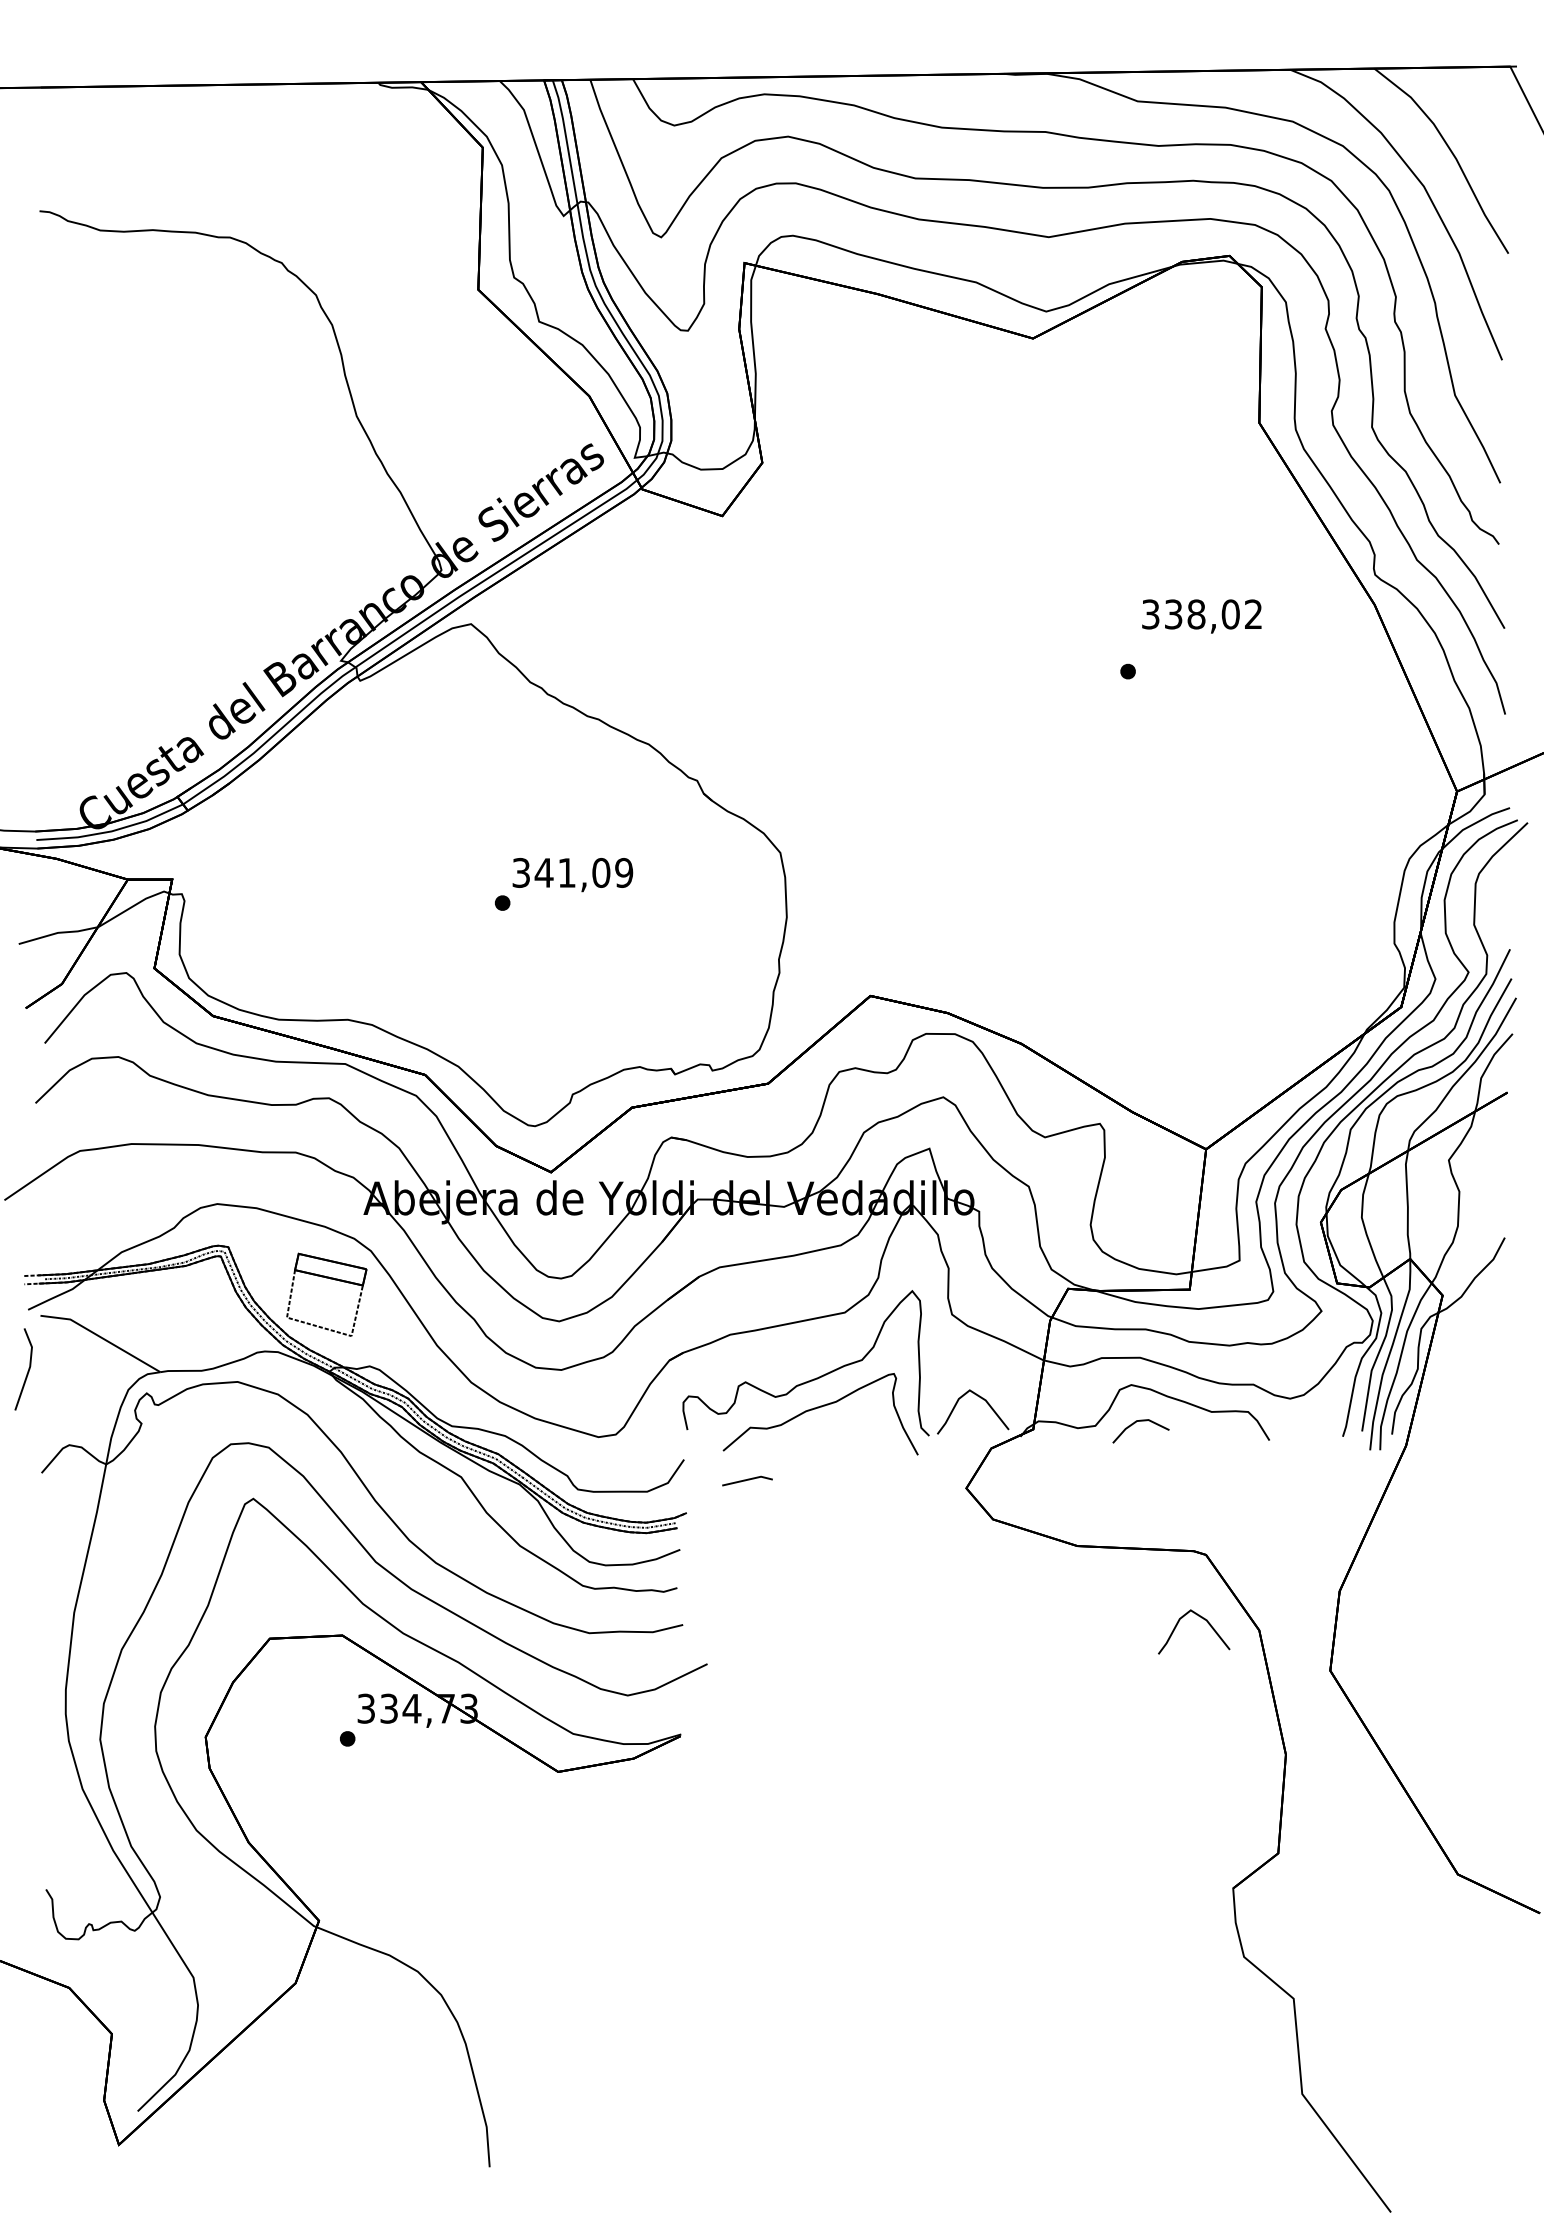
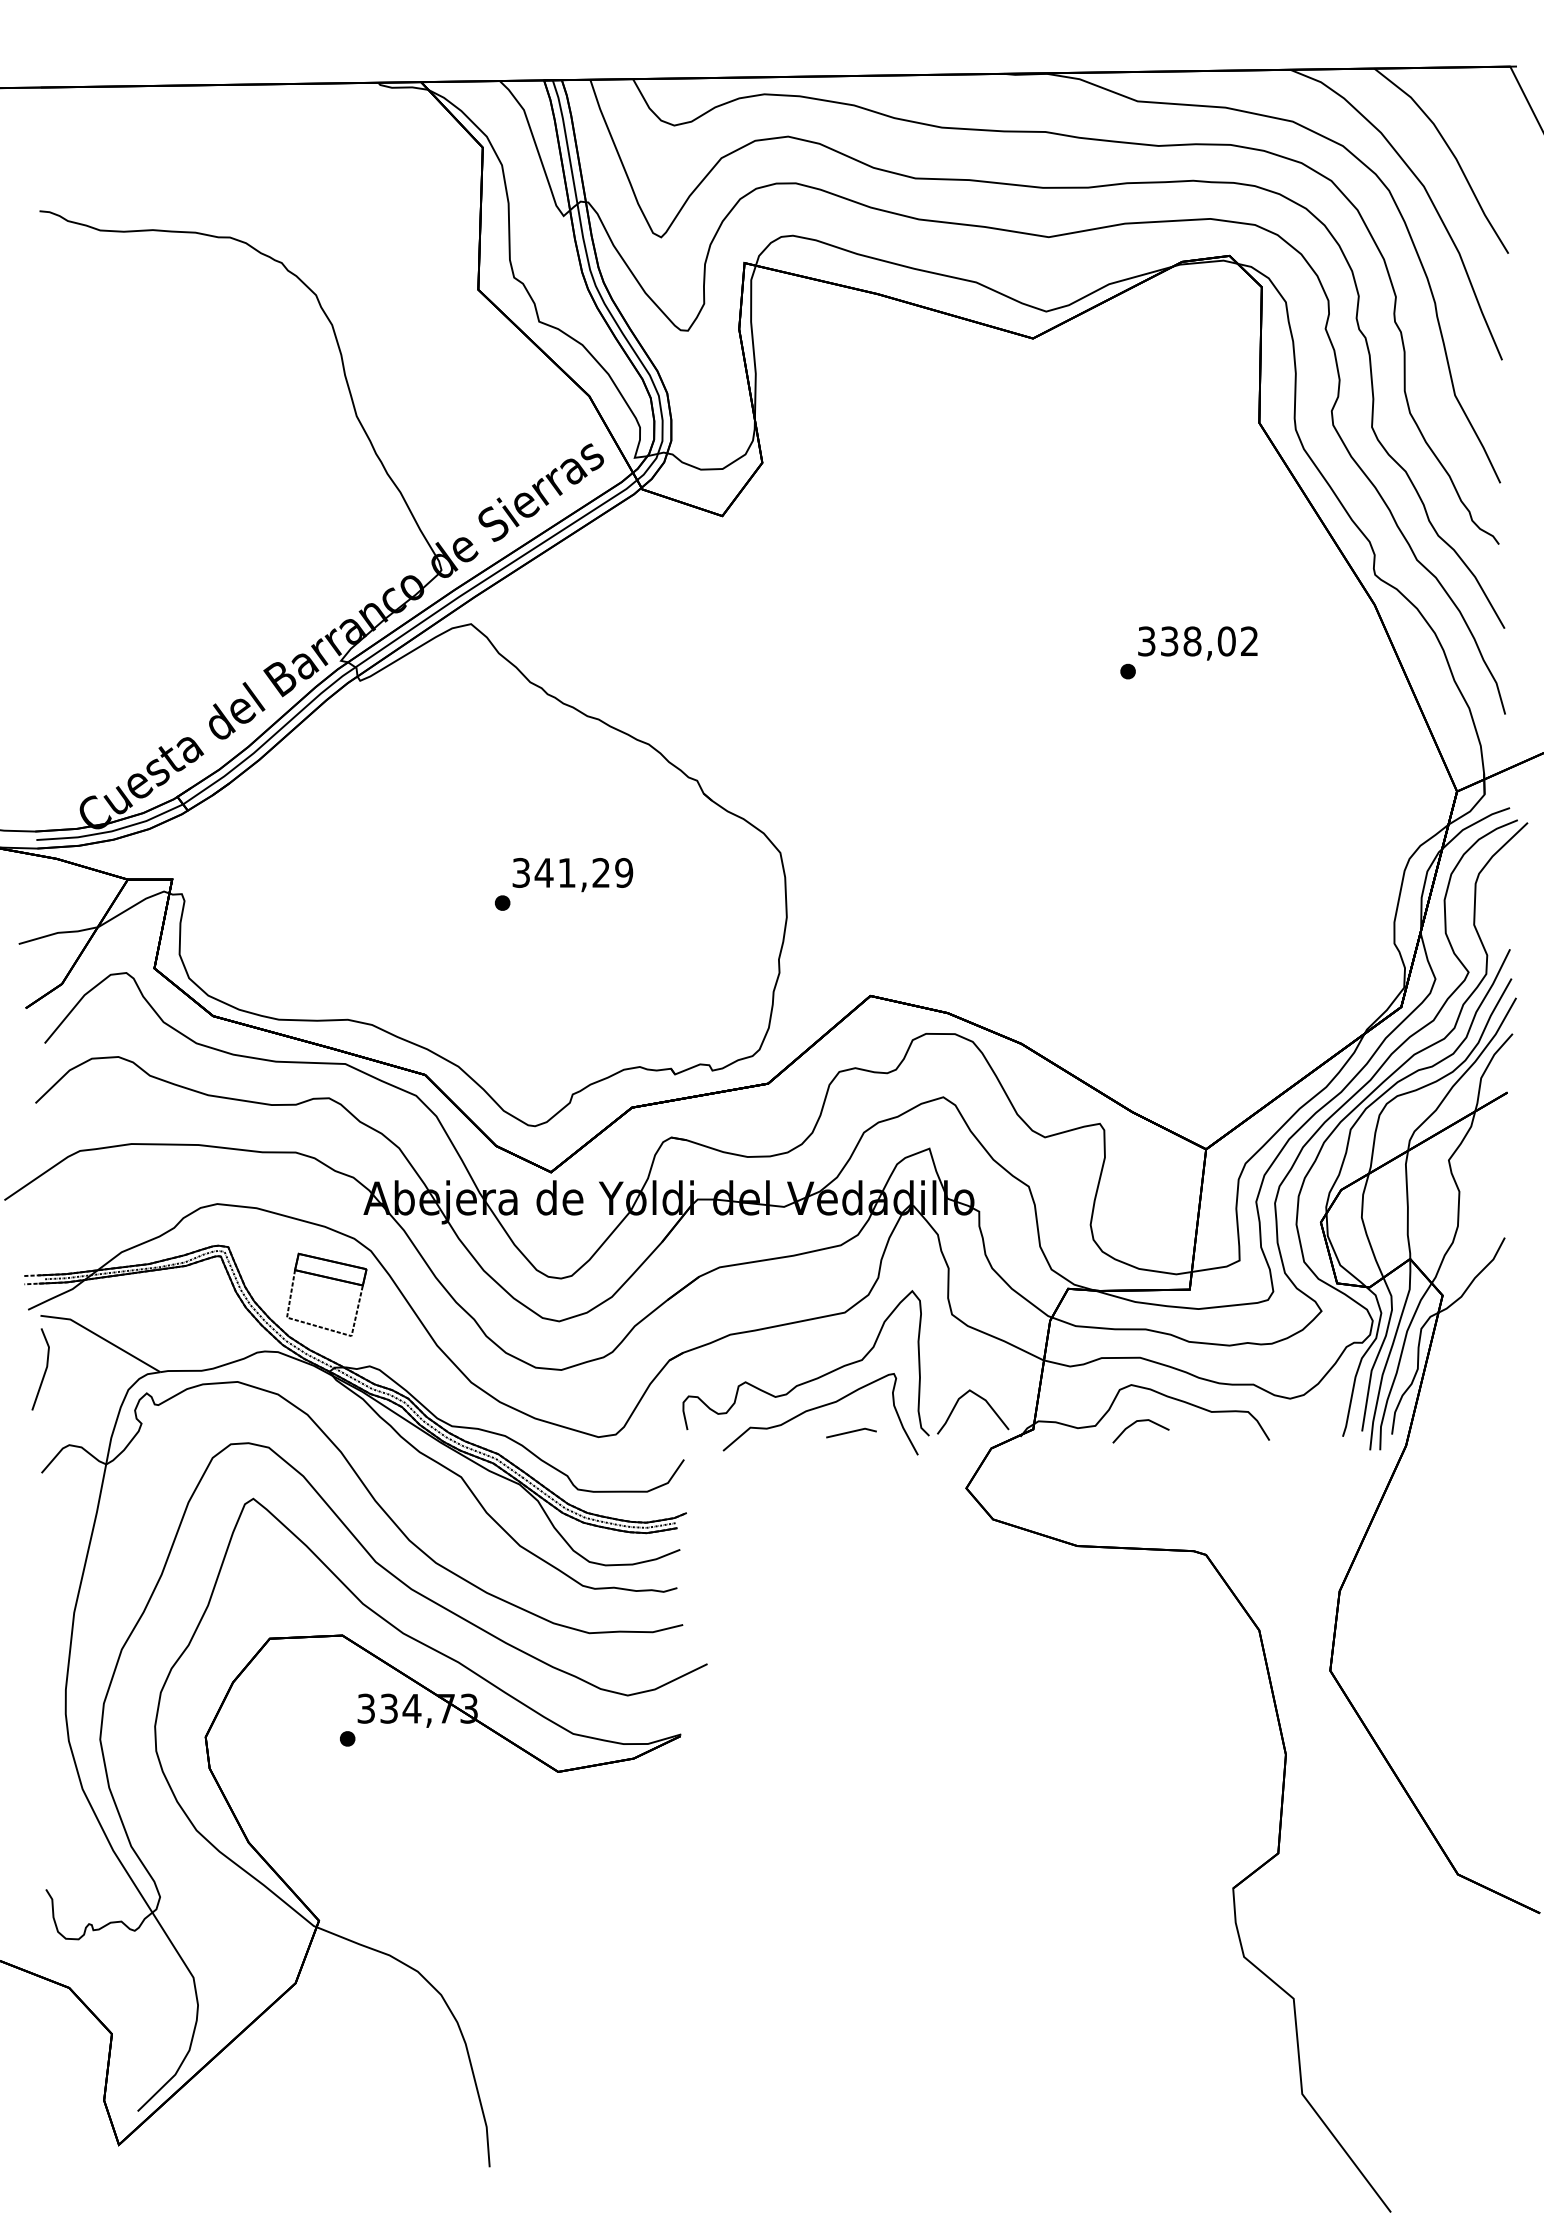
text at (1201, 616) position: (1201, 616) -> (1197, 643)
text at (601, 872): 341,09 -> 341,29
line at (27, 1370) position: (27, 1370) -> (44, 1370)
line at (747, 1480) position: (747, 1480) -> (851, 1432)
curve at (1201, 1618): present -> none
